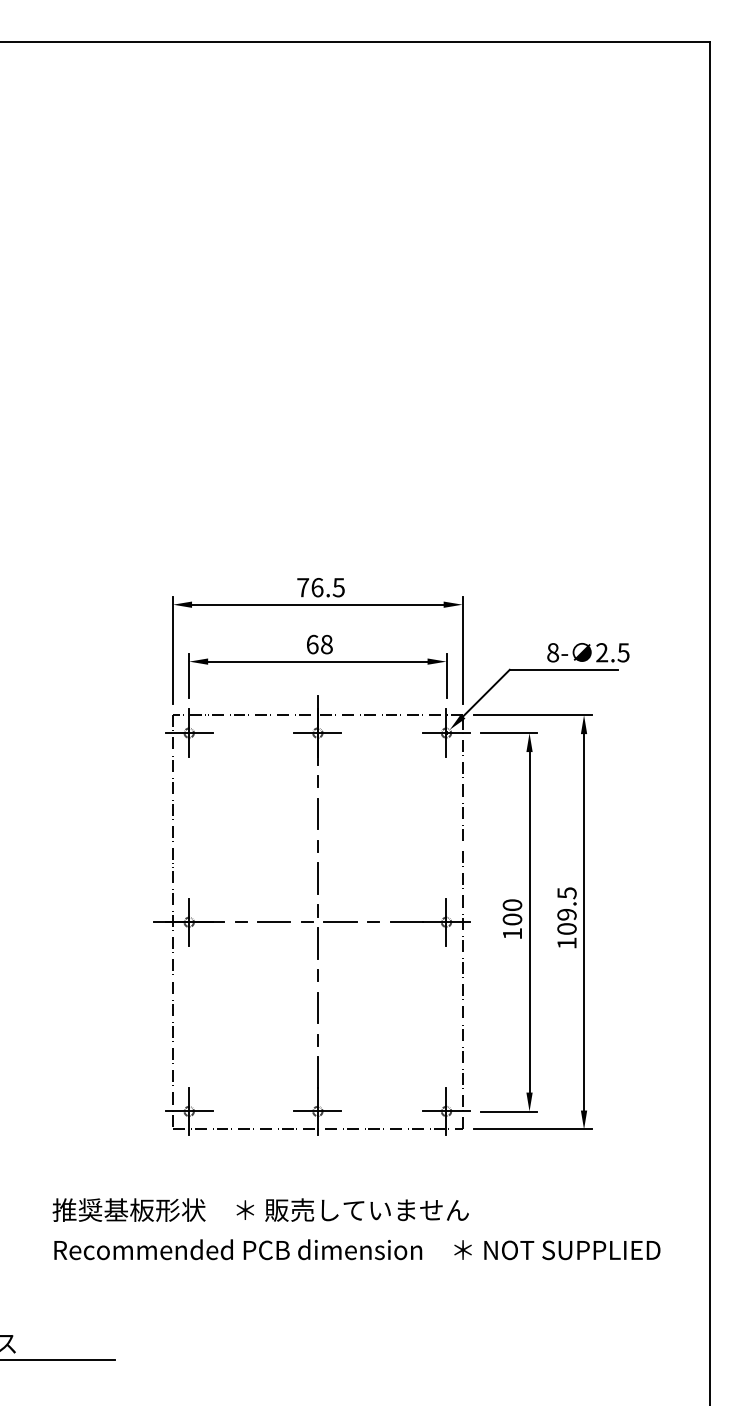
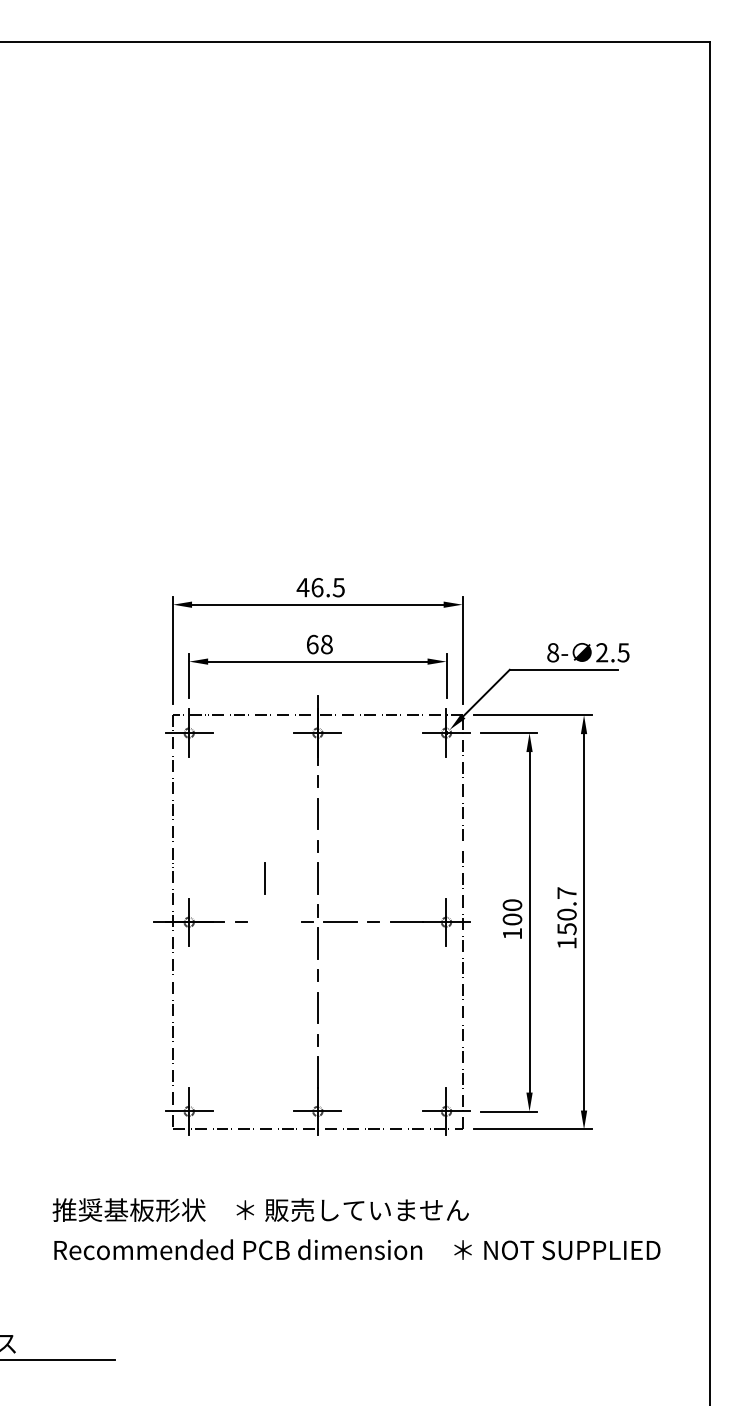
text at (302, 587): 76.5 -> 46.5
line at (264, 878): none -> present
text at (566, 911): 109.5 -> 150.7
line at (274, 922): present -> none
